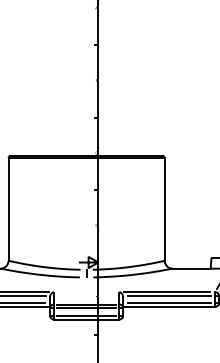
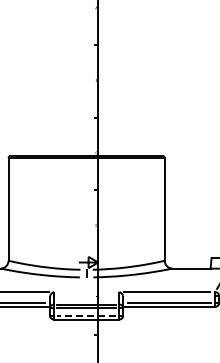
line at (23, 295): present -> none
line at (168, 295): present -> none
line at (86, 315): solid -> dashed
